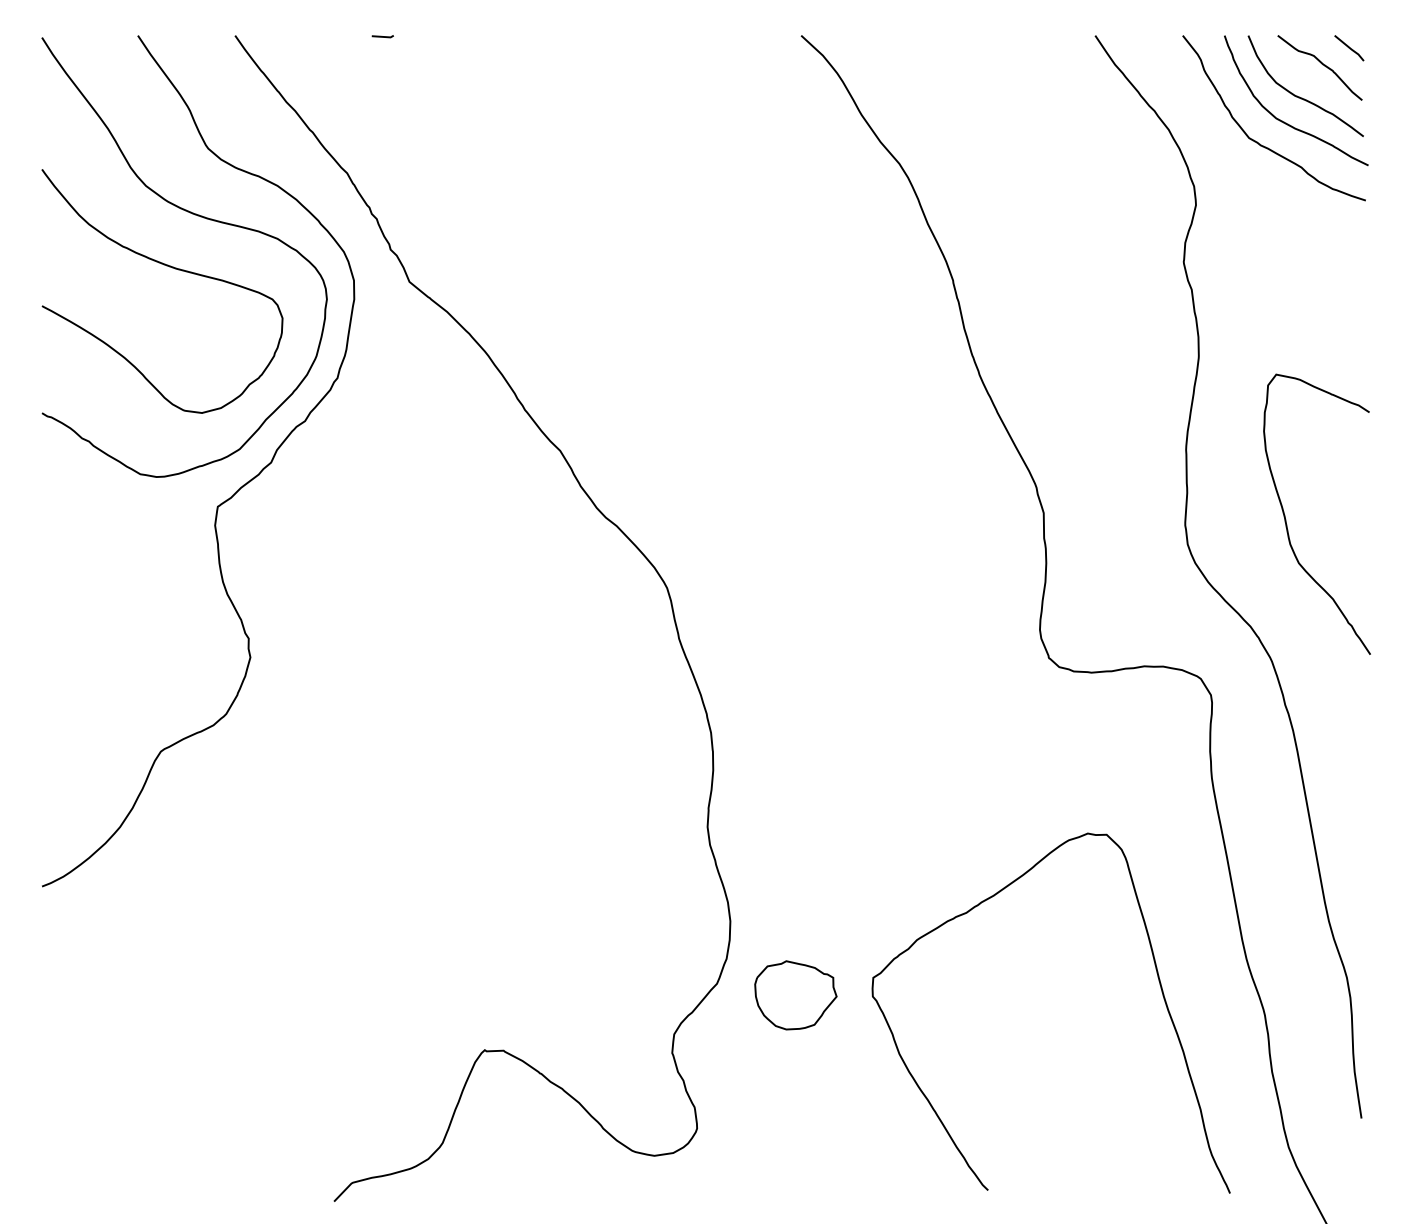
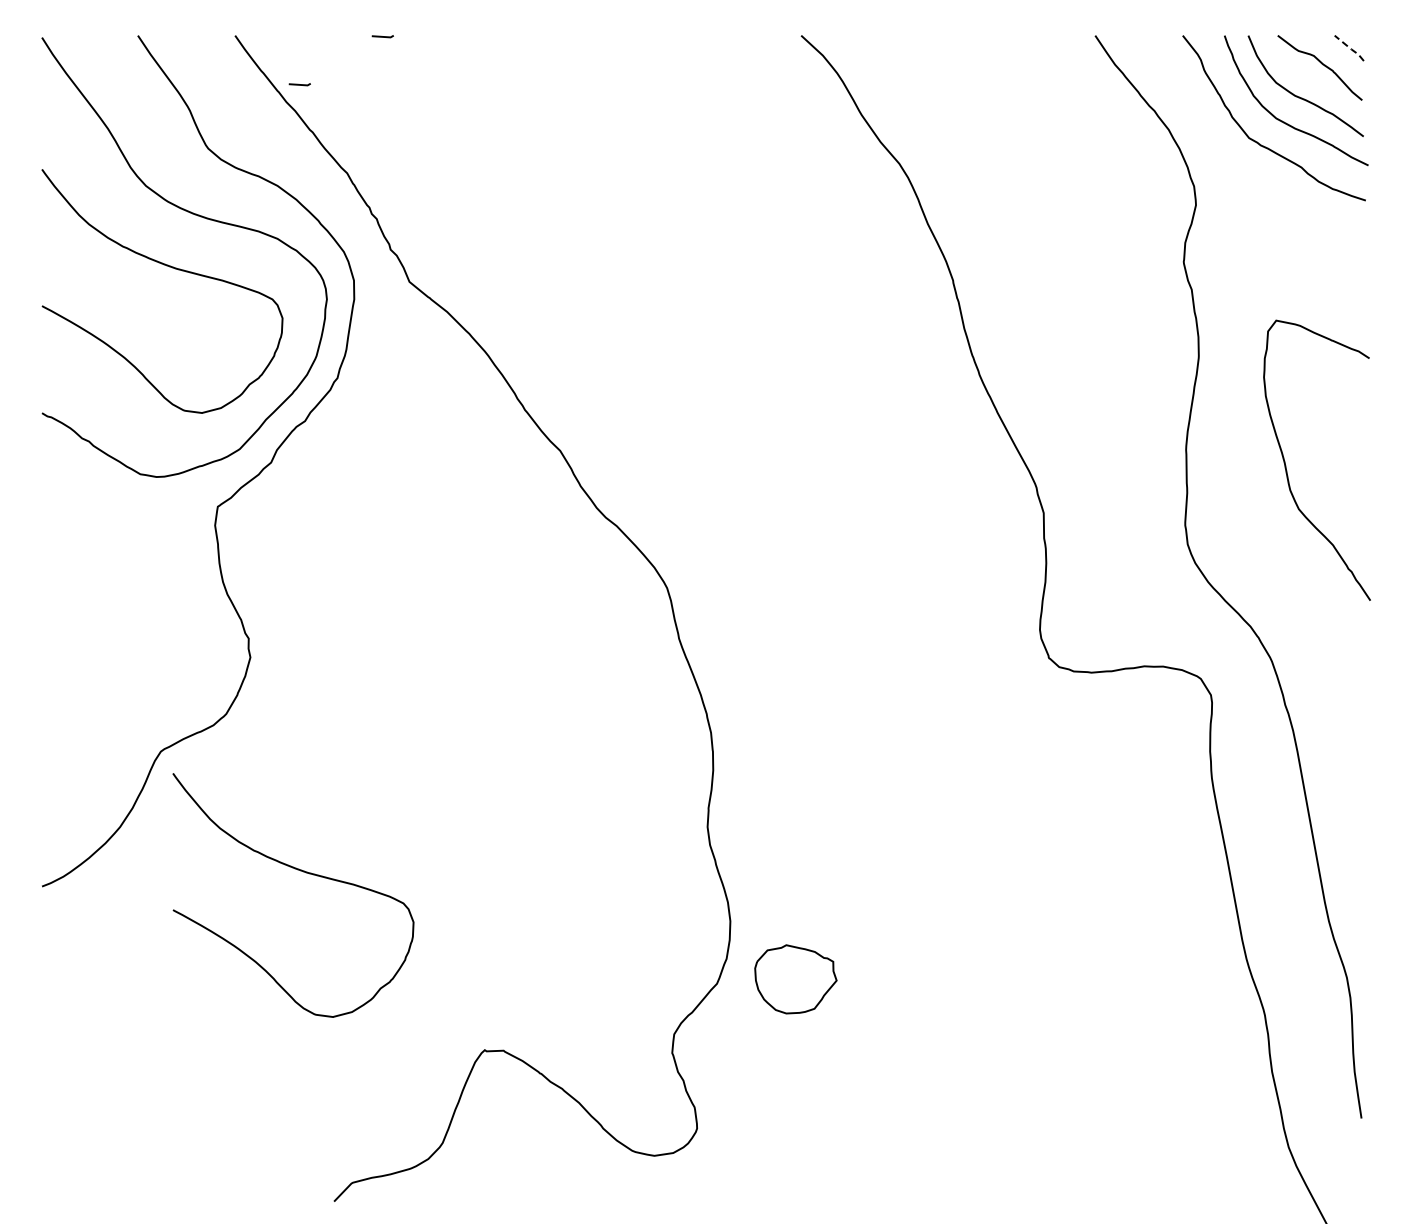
line at (1350, 48): solid -> dashed
line at (299, 84): none -> present
curve at (1286, 519) position: (1286, 519) -> (1286, 465)
curve at (300, 871): none -> present
curve at (1158, 981): present -> none
part at (795, 995) position: (795, 995) -> (795, 979)
